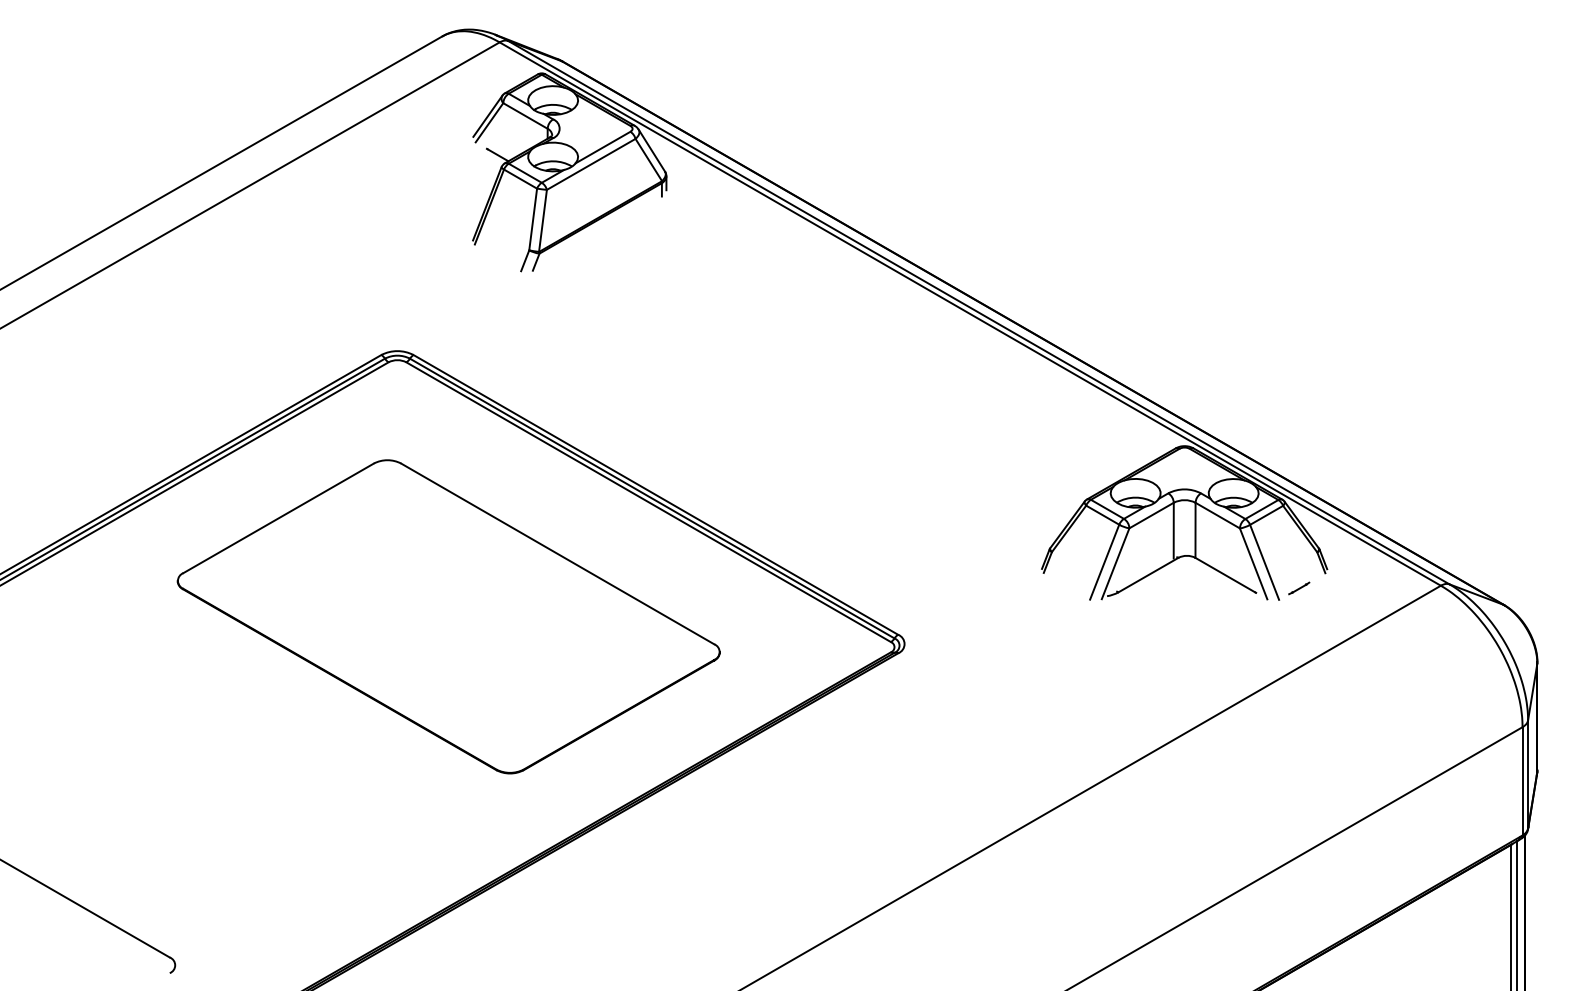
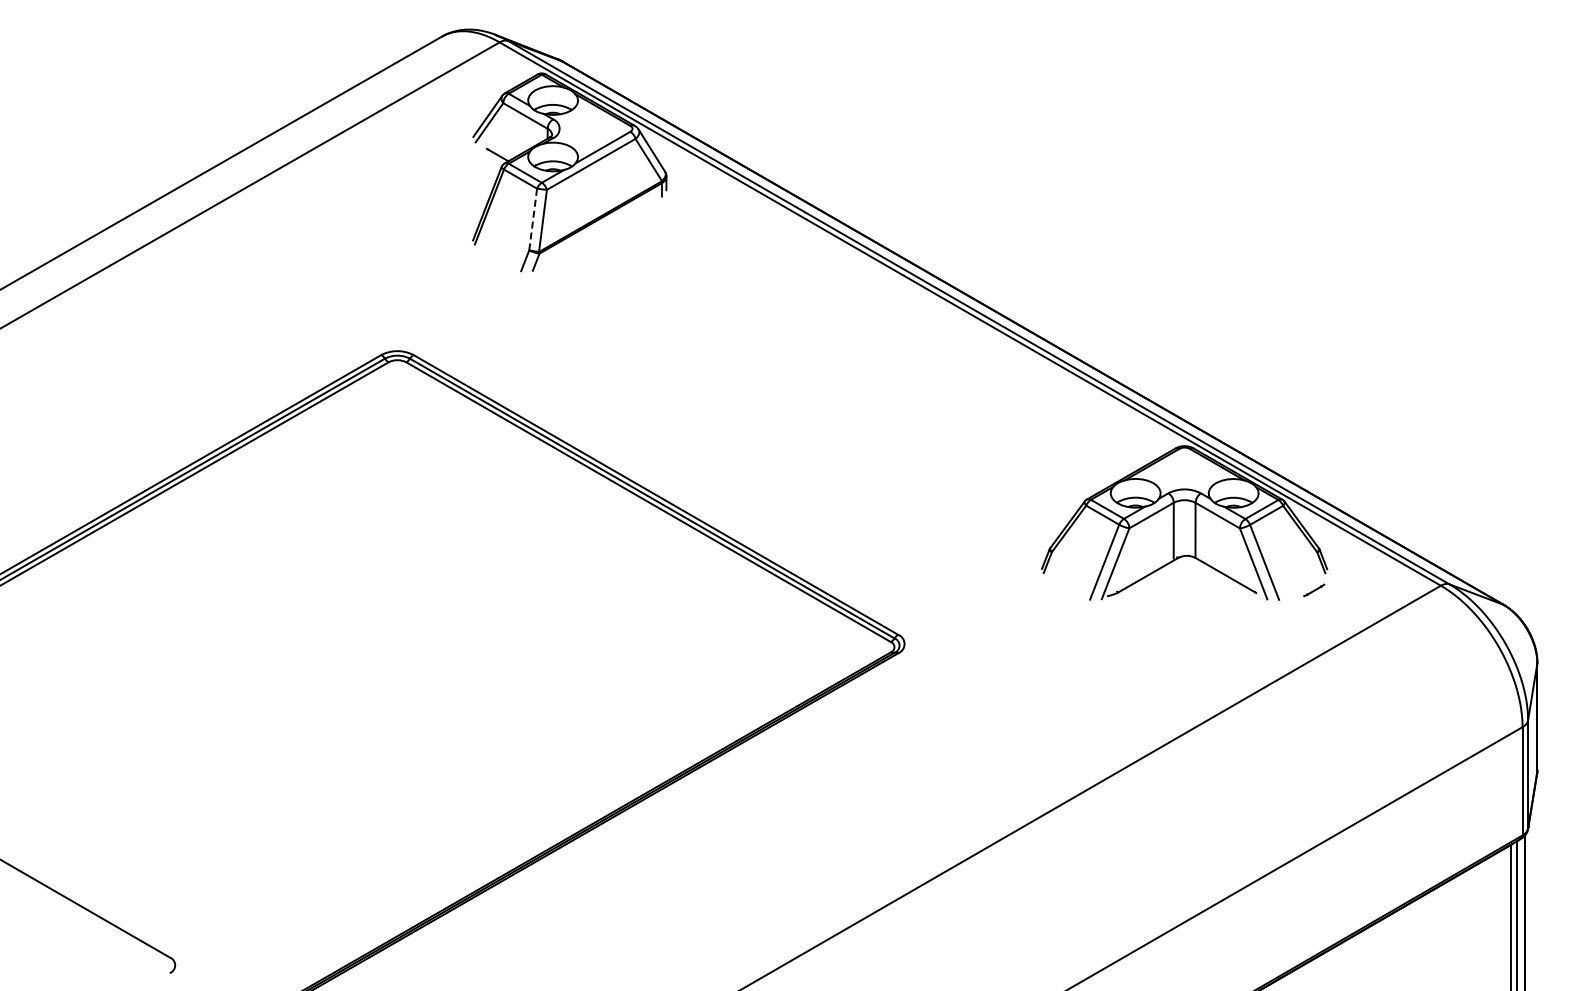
line at (533, 219): solid -> dashed
line at (1299, 588) position: (1299, 588) -> (1314, 590)
part at (448, 616): present -> none
